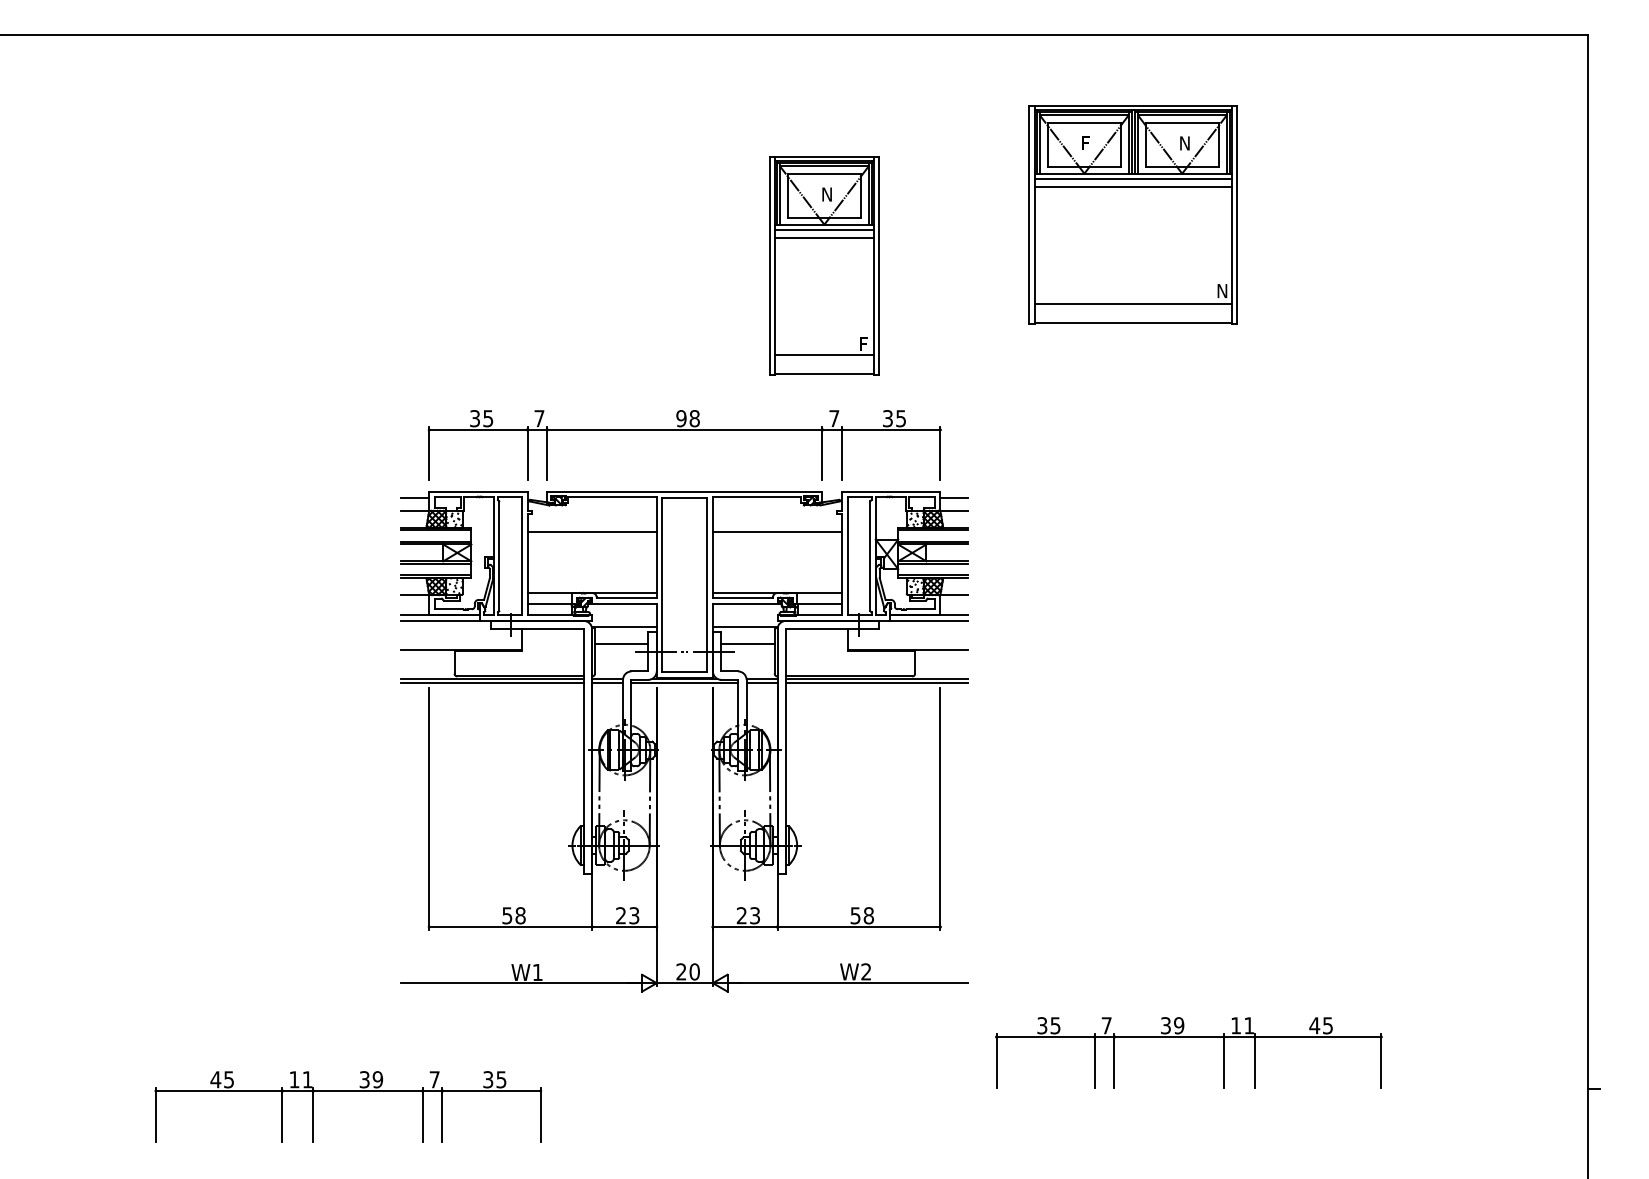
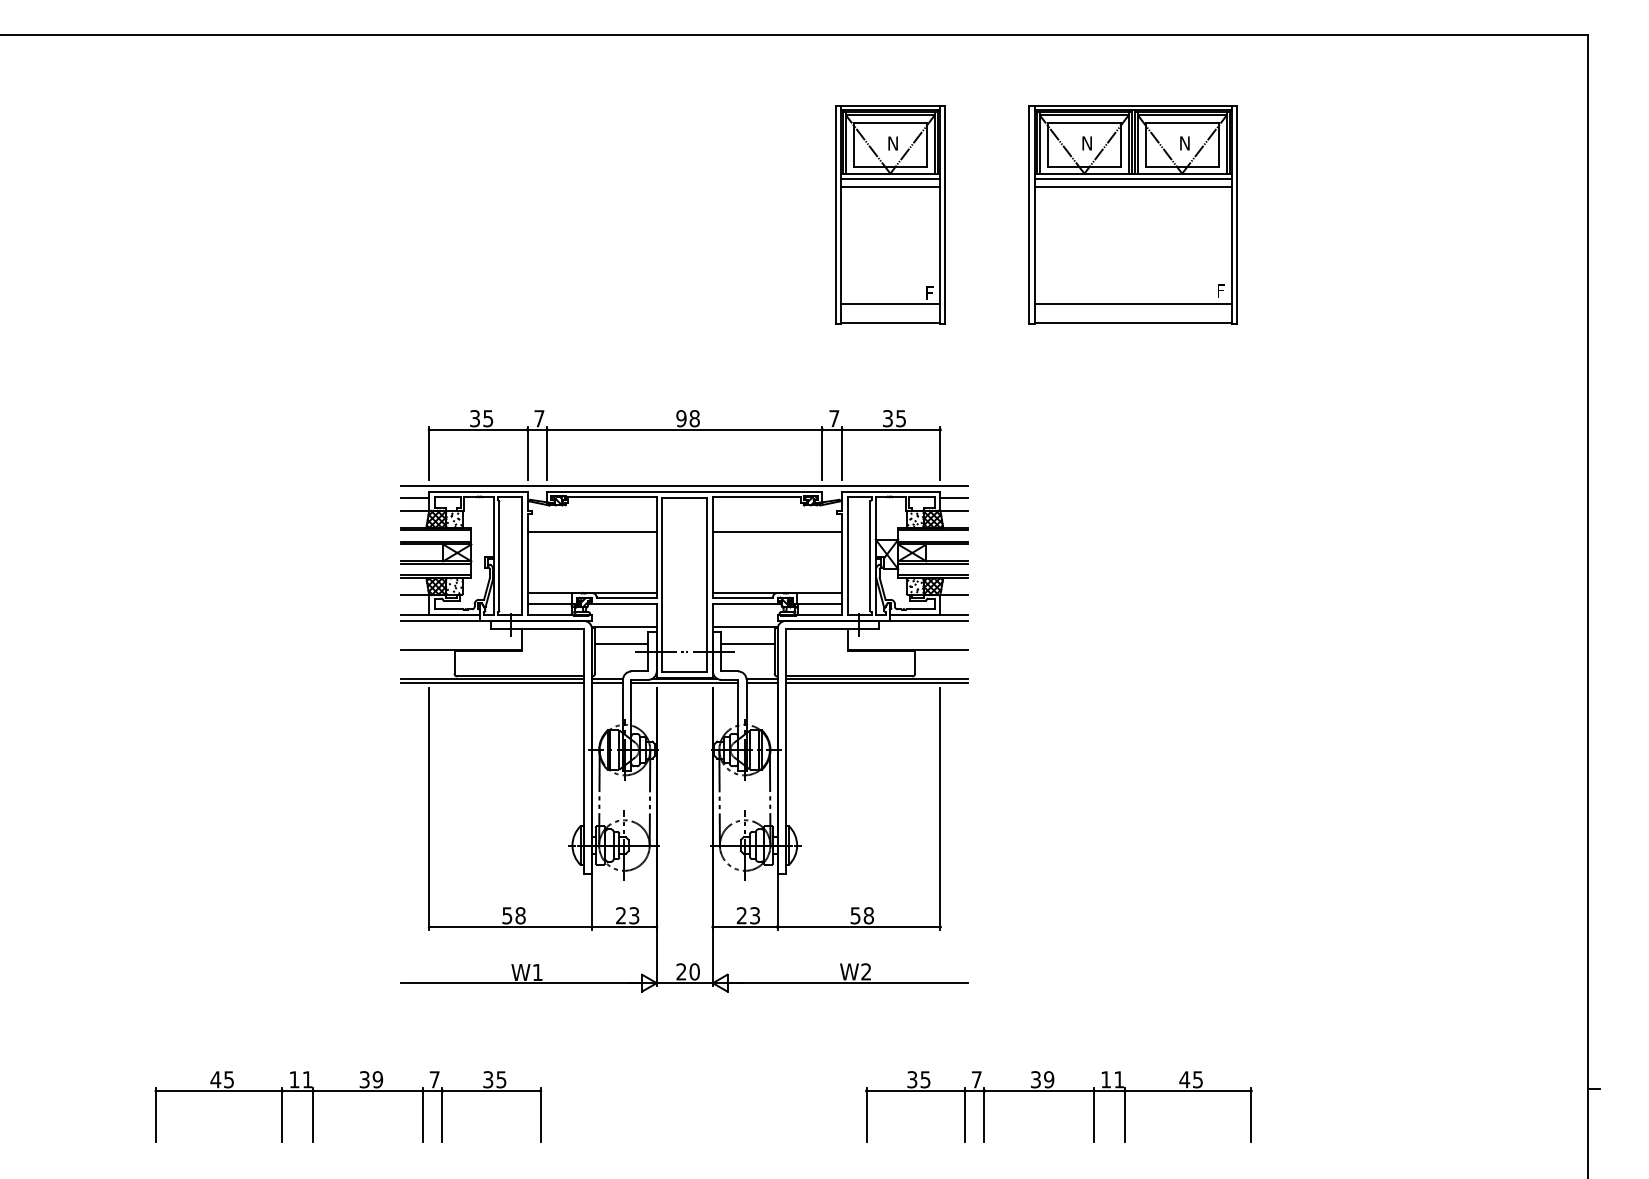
text at (1086, 143): F -> N
part at (824, 265) position: (824, 265) -> (890, 214)
text at (1222, 291): N -> F
line at (684, 486): none -> present
part at (1188, 1037) position: (1188, 1037) -> (1058, 1091)
